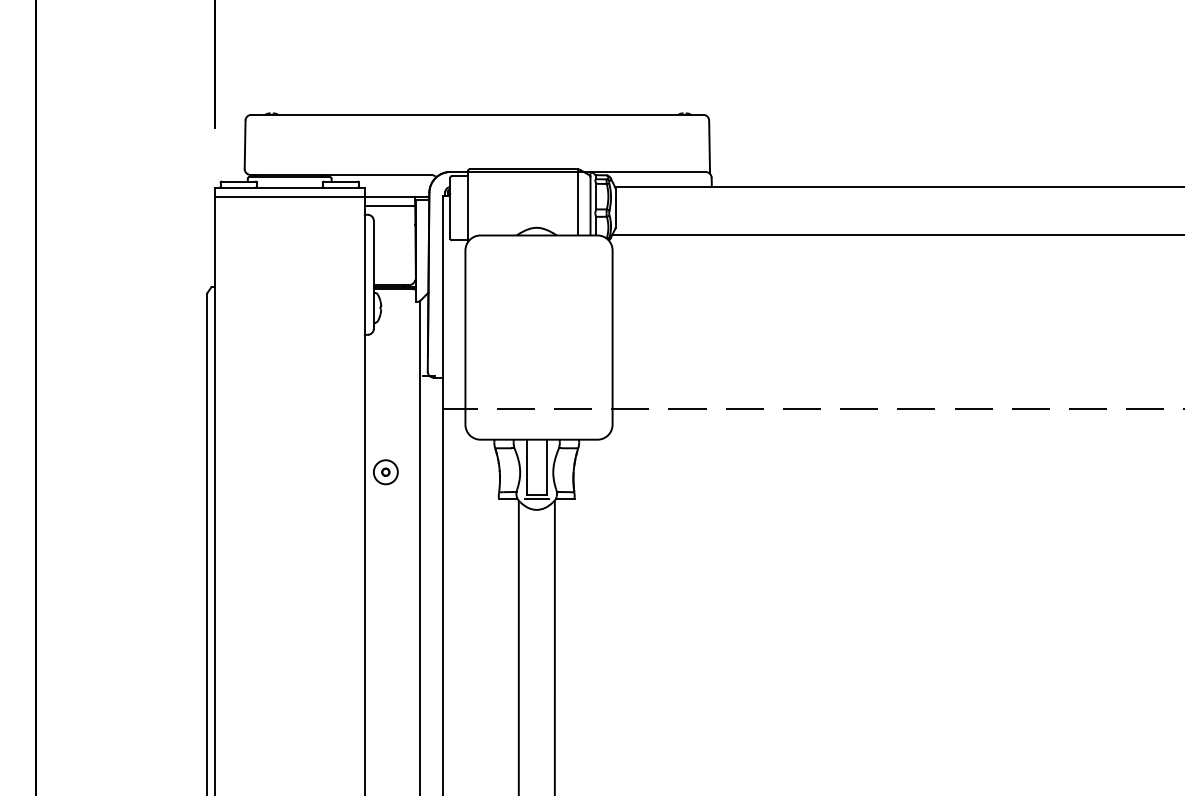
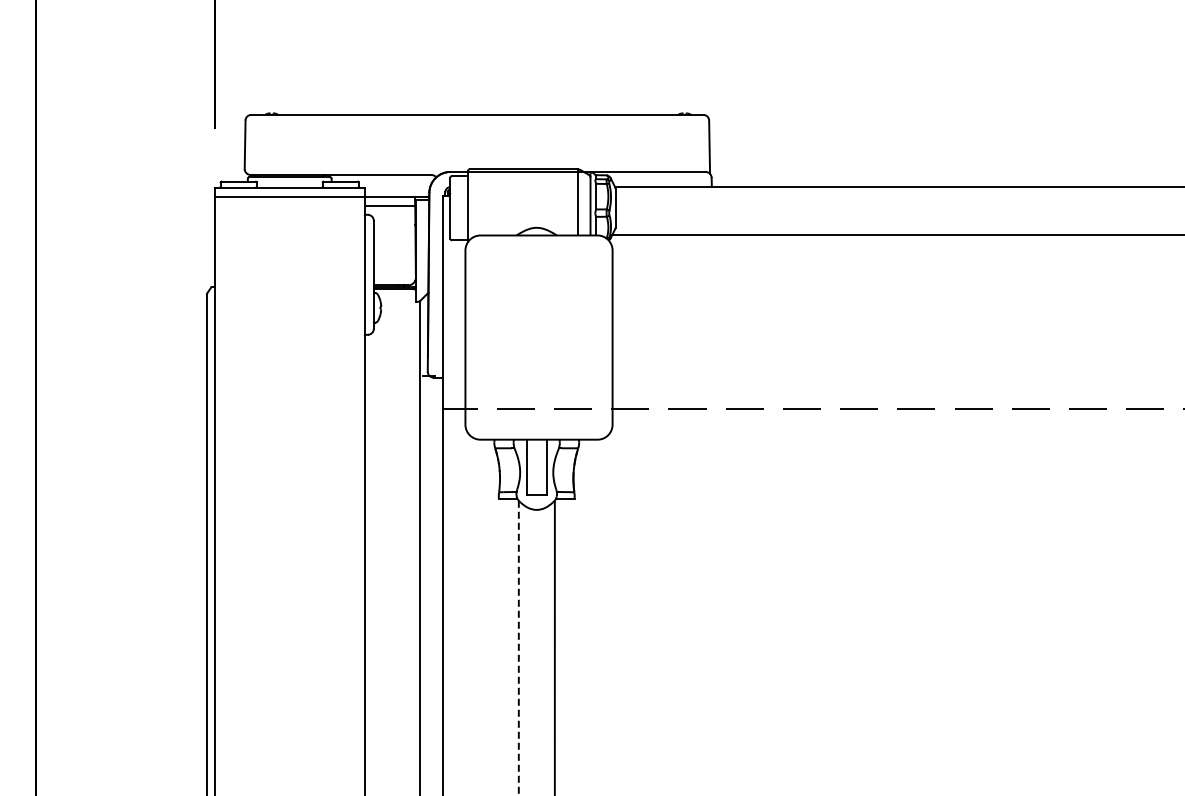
part at (385, 472): present -> none
line at (536, 499): present -> none
line at (518, 648): solid -> dashed
